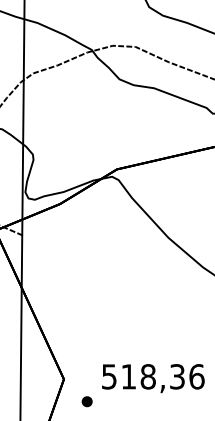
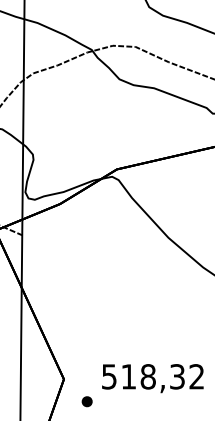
text at (196, 376): 518,36 -> 518,32
